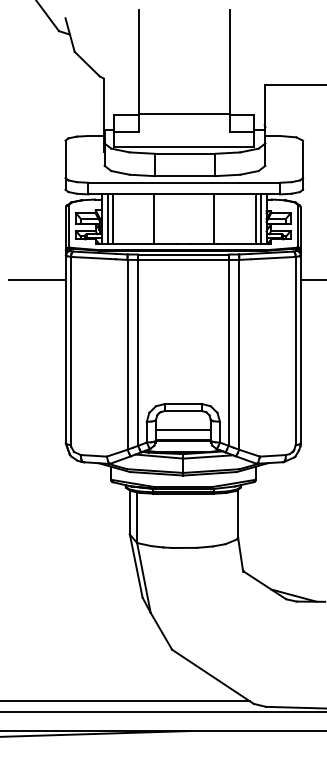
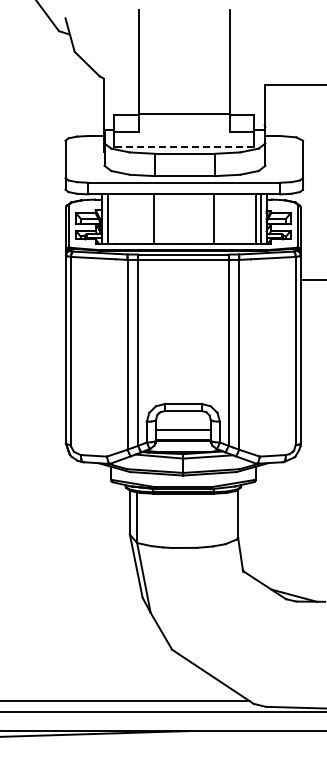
line at (184, 146): solid -> dashed
line at (113, 219): present -> none
line at (36, 279): present -> none
